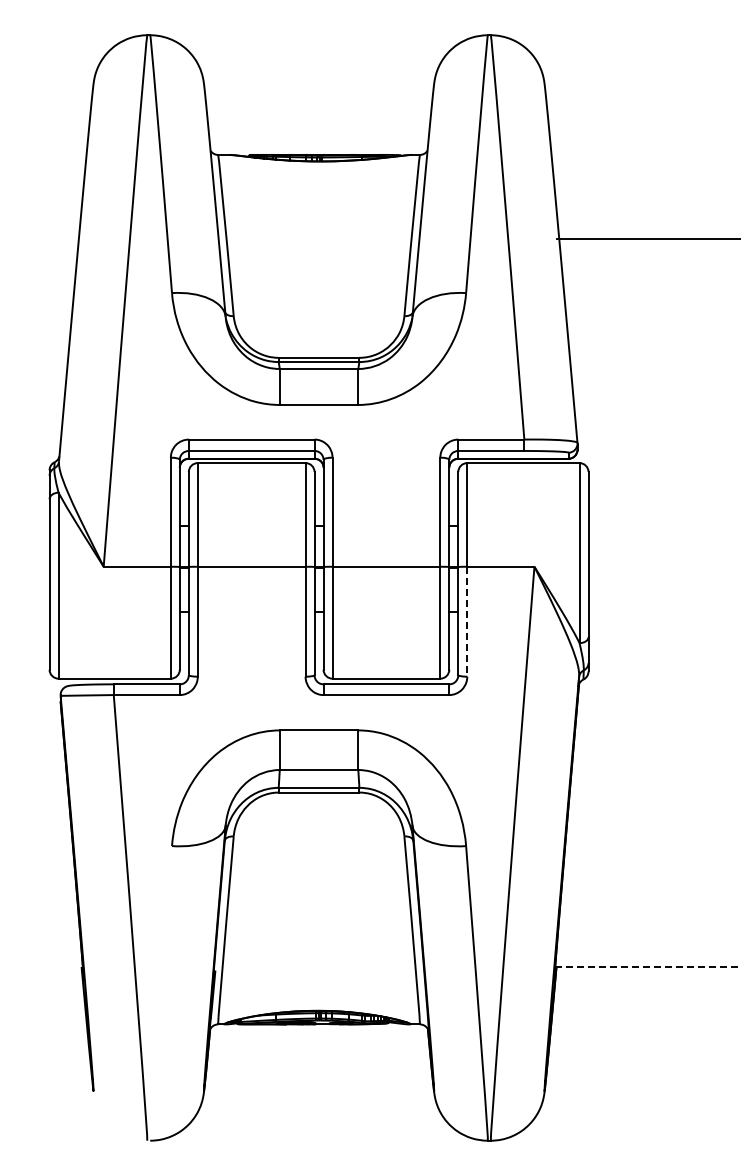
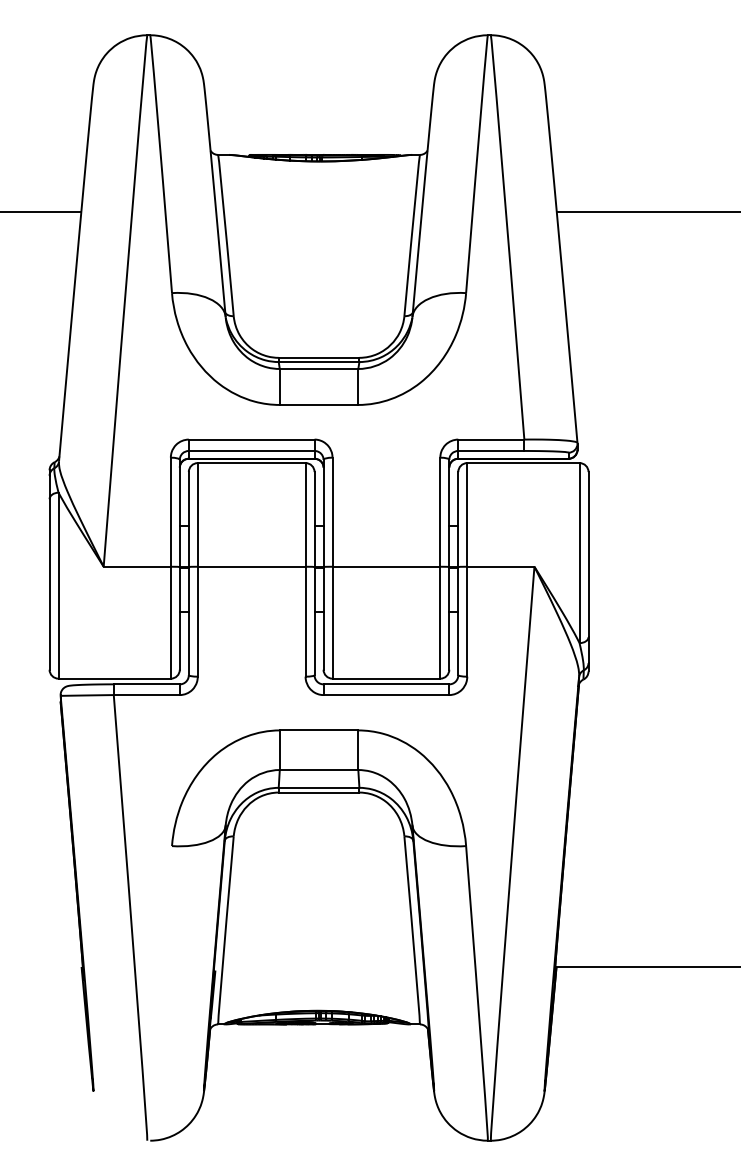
line at (41, 212): none -> present
line at (646, 239) position: (646, 239) -> (646, 212)
line at (467, 621): dashed -> solid
line at (648, 966): dashed -> solid
